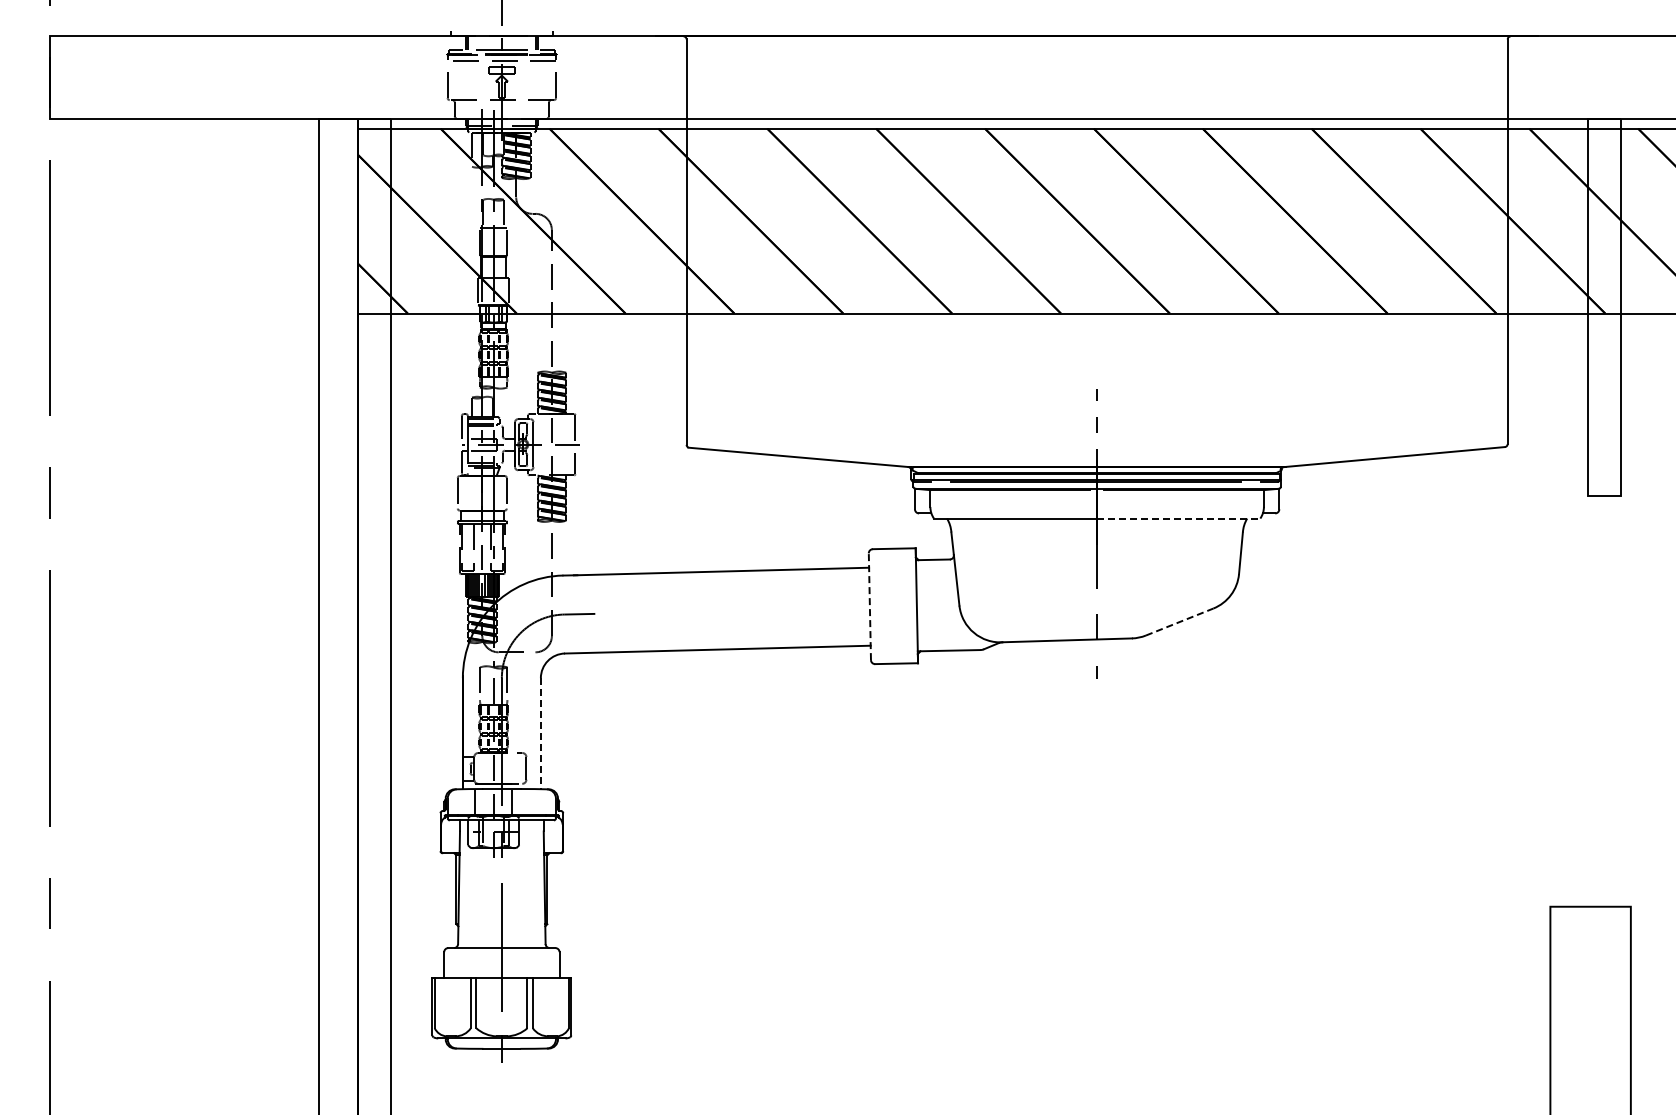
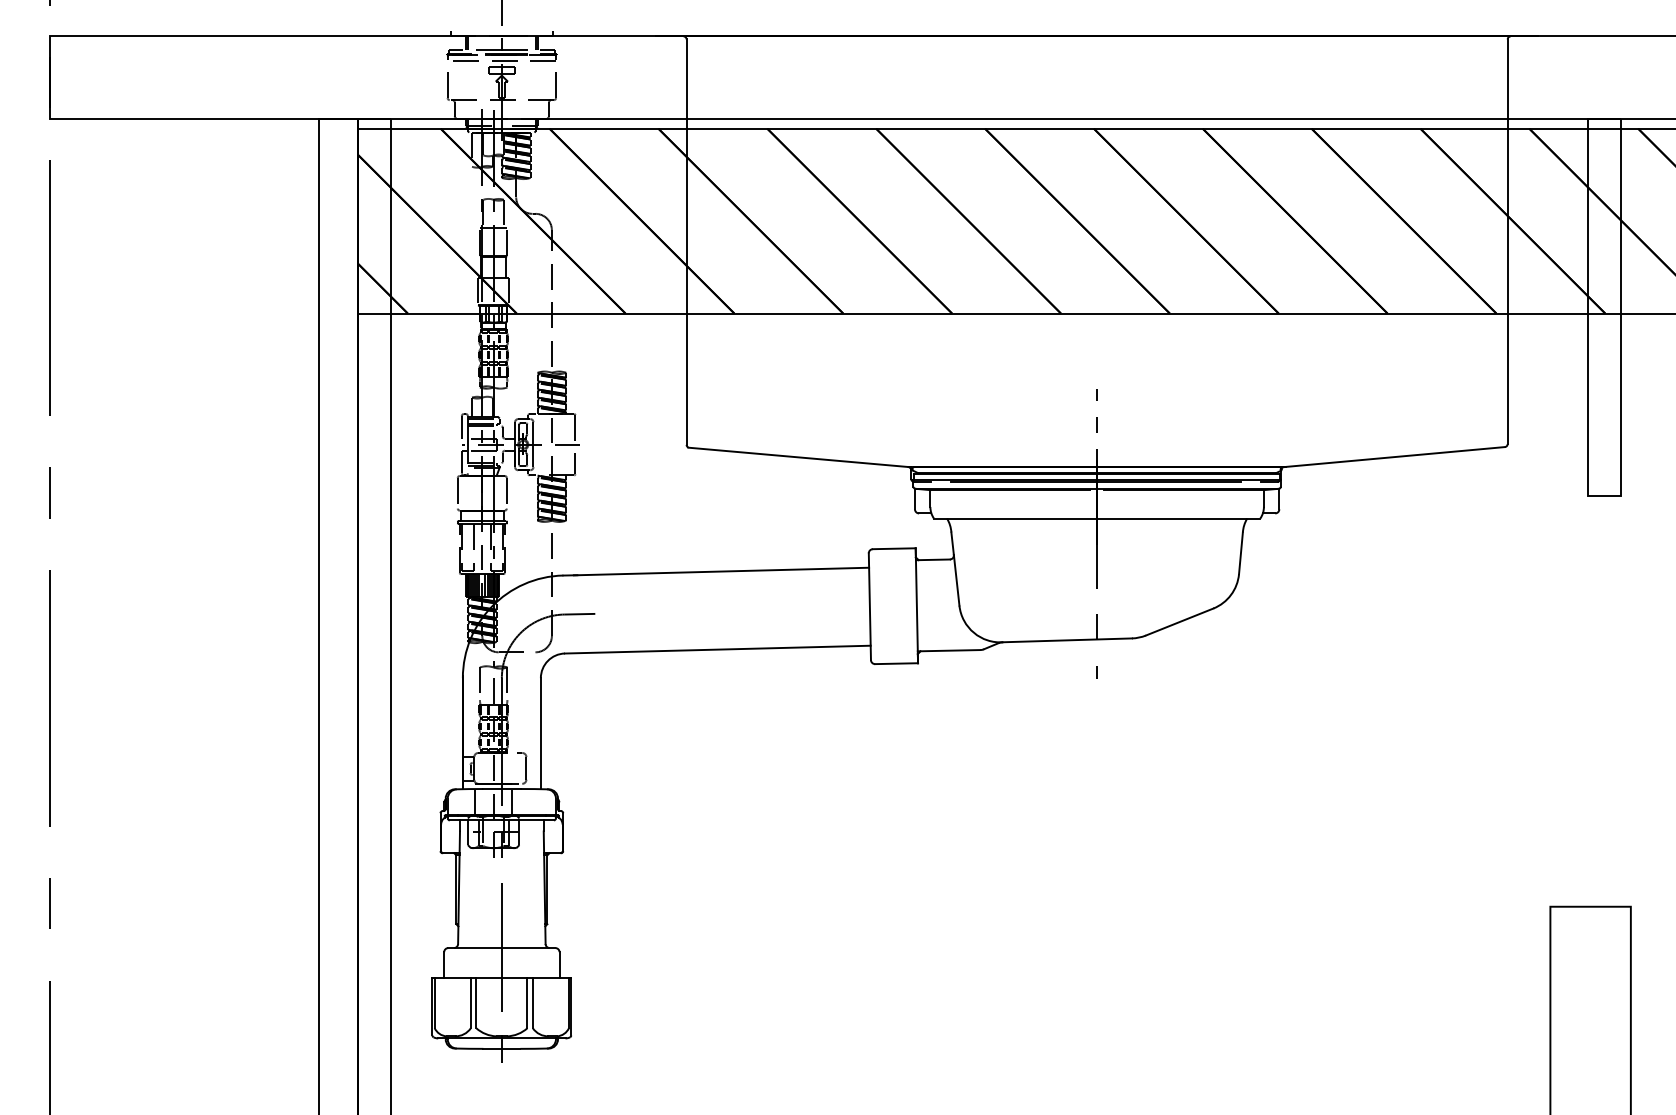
line at (1178, 518): dashed -> solid
line at (869, 606): dashed -> solid
line at (1180, 621): dashed -> solid
line at (540, 733): dashed -> solid
